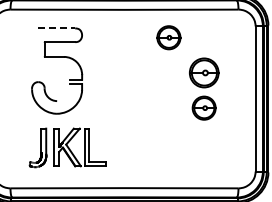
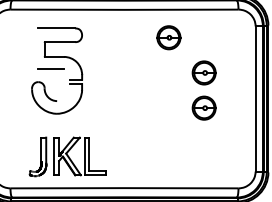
line at (57, 28): dashed -> solid
line at (50, 69): none -> present
part at (204, 72) size: 31x32 px -> 26x26 px
part at (67, 147) position: (67, 147) -> (67, 156)
